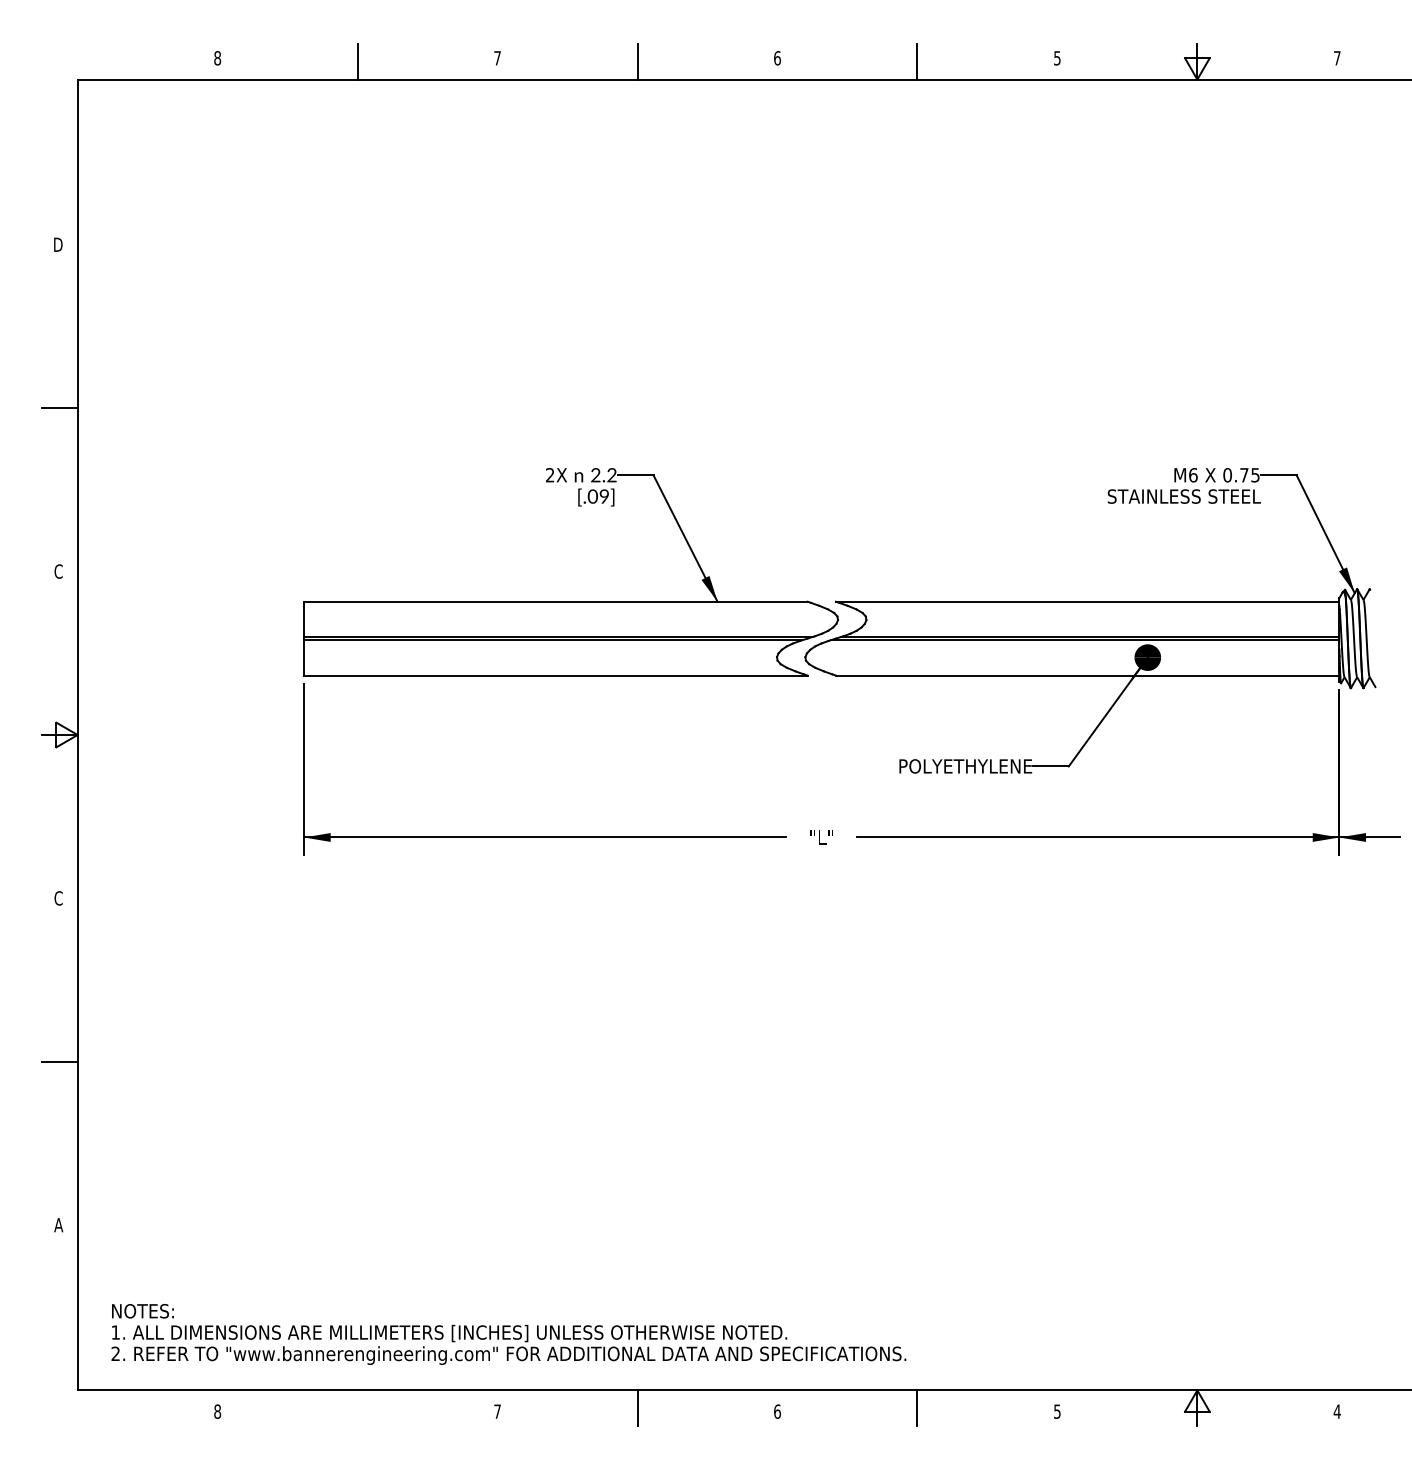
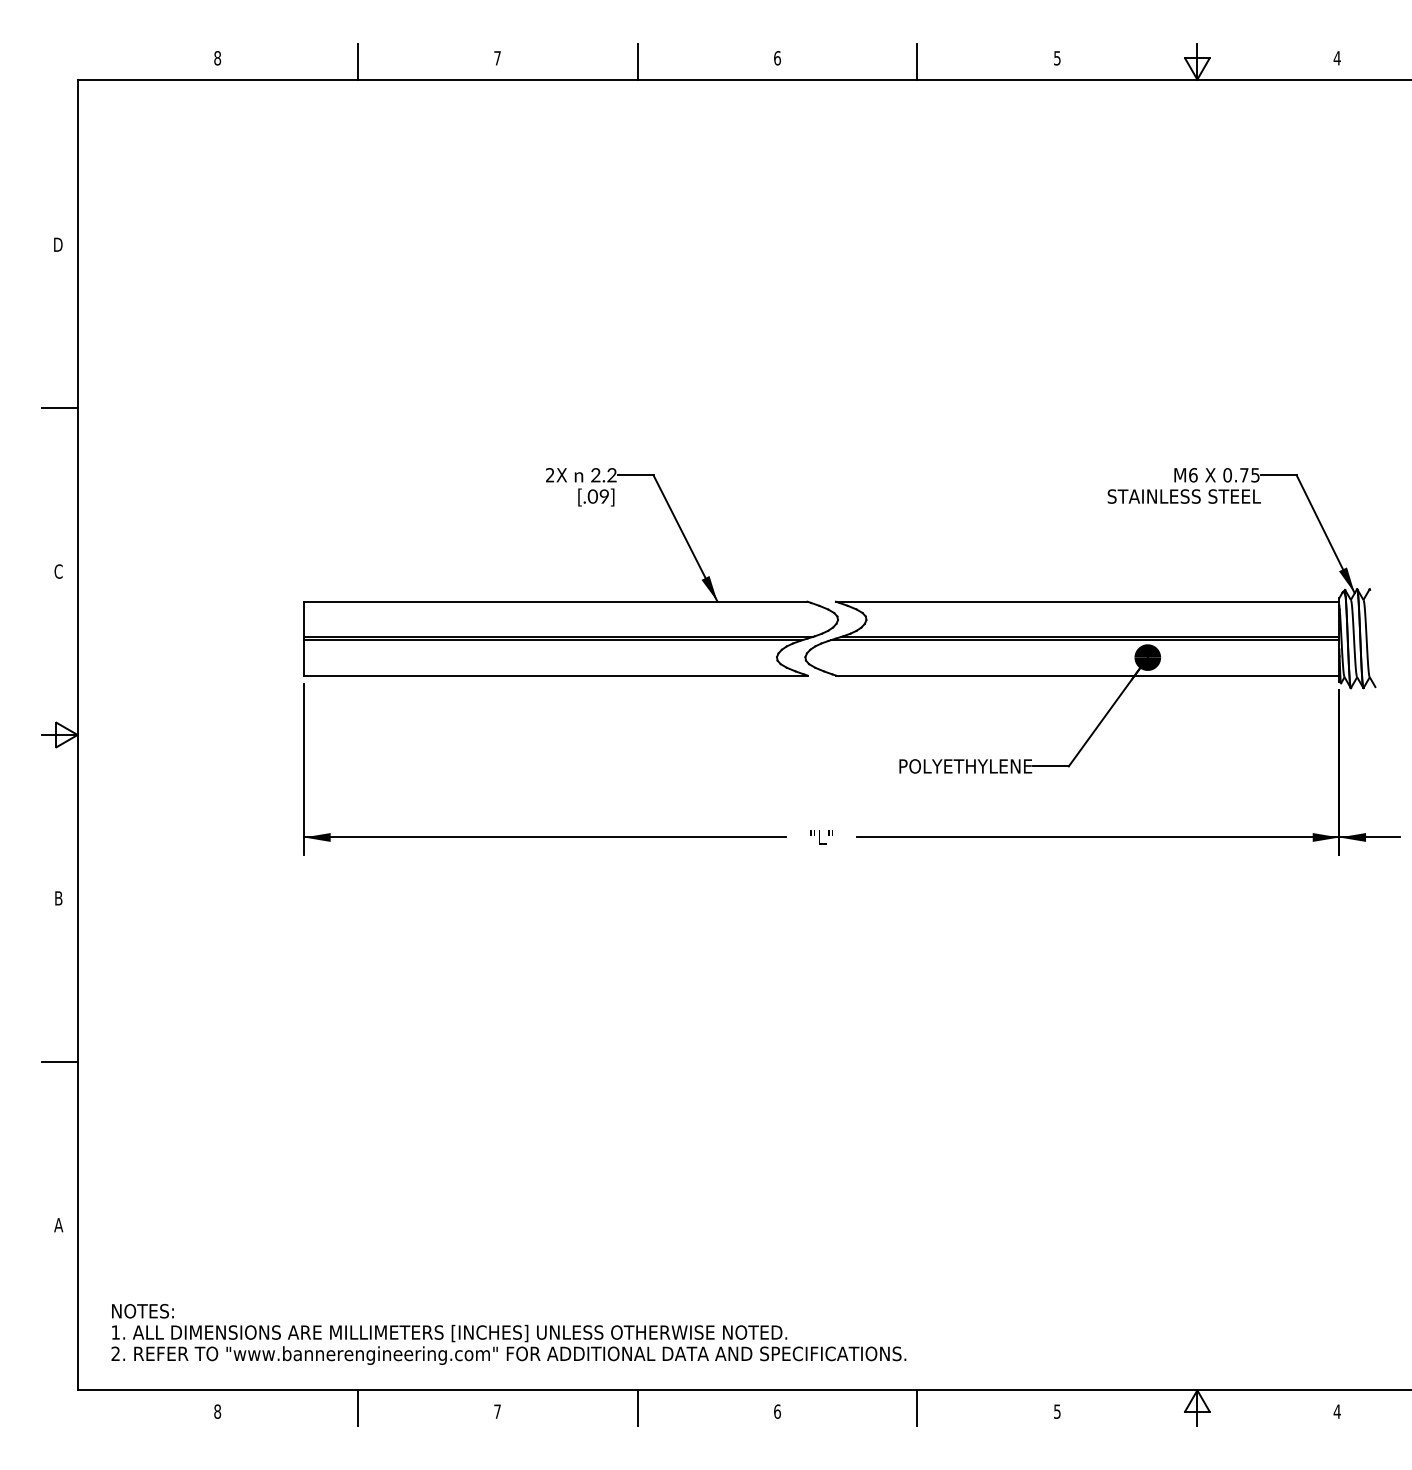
text at (1336, 58): 7 -> 4
text at (58, 898): C -> B
line at (357, 1407): none -> present
